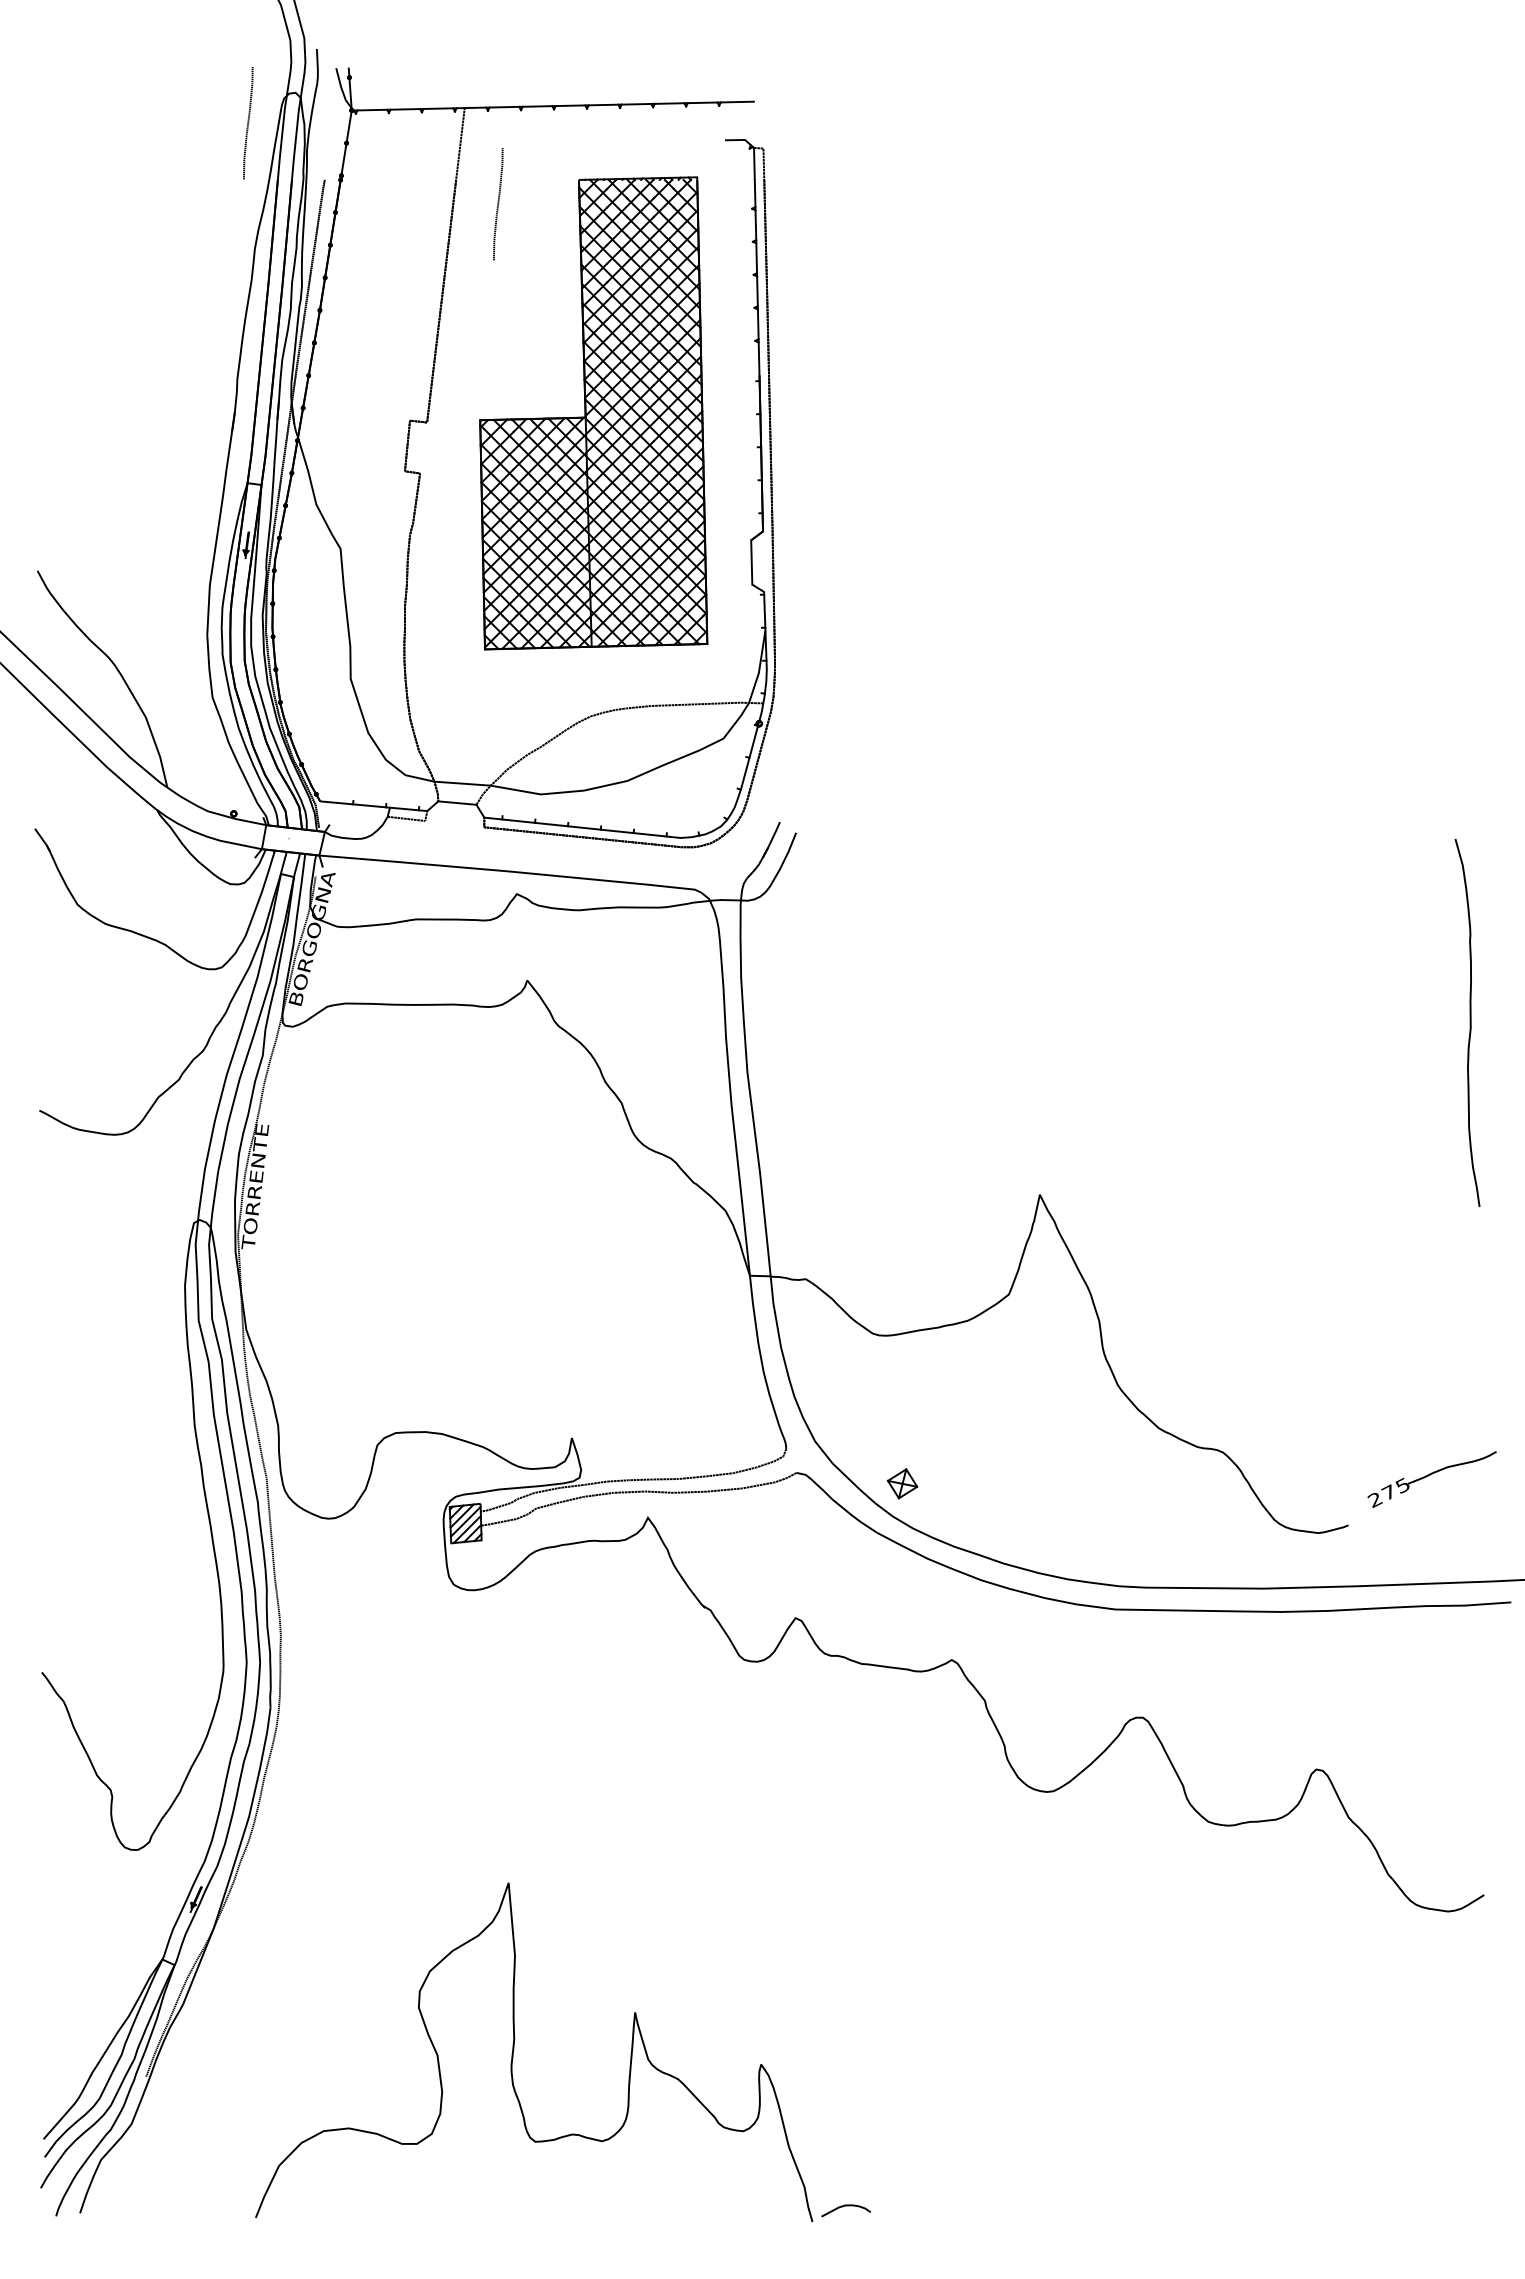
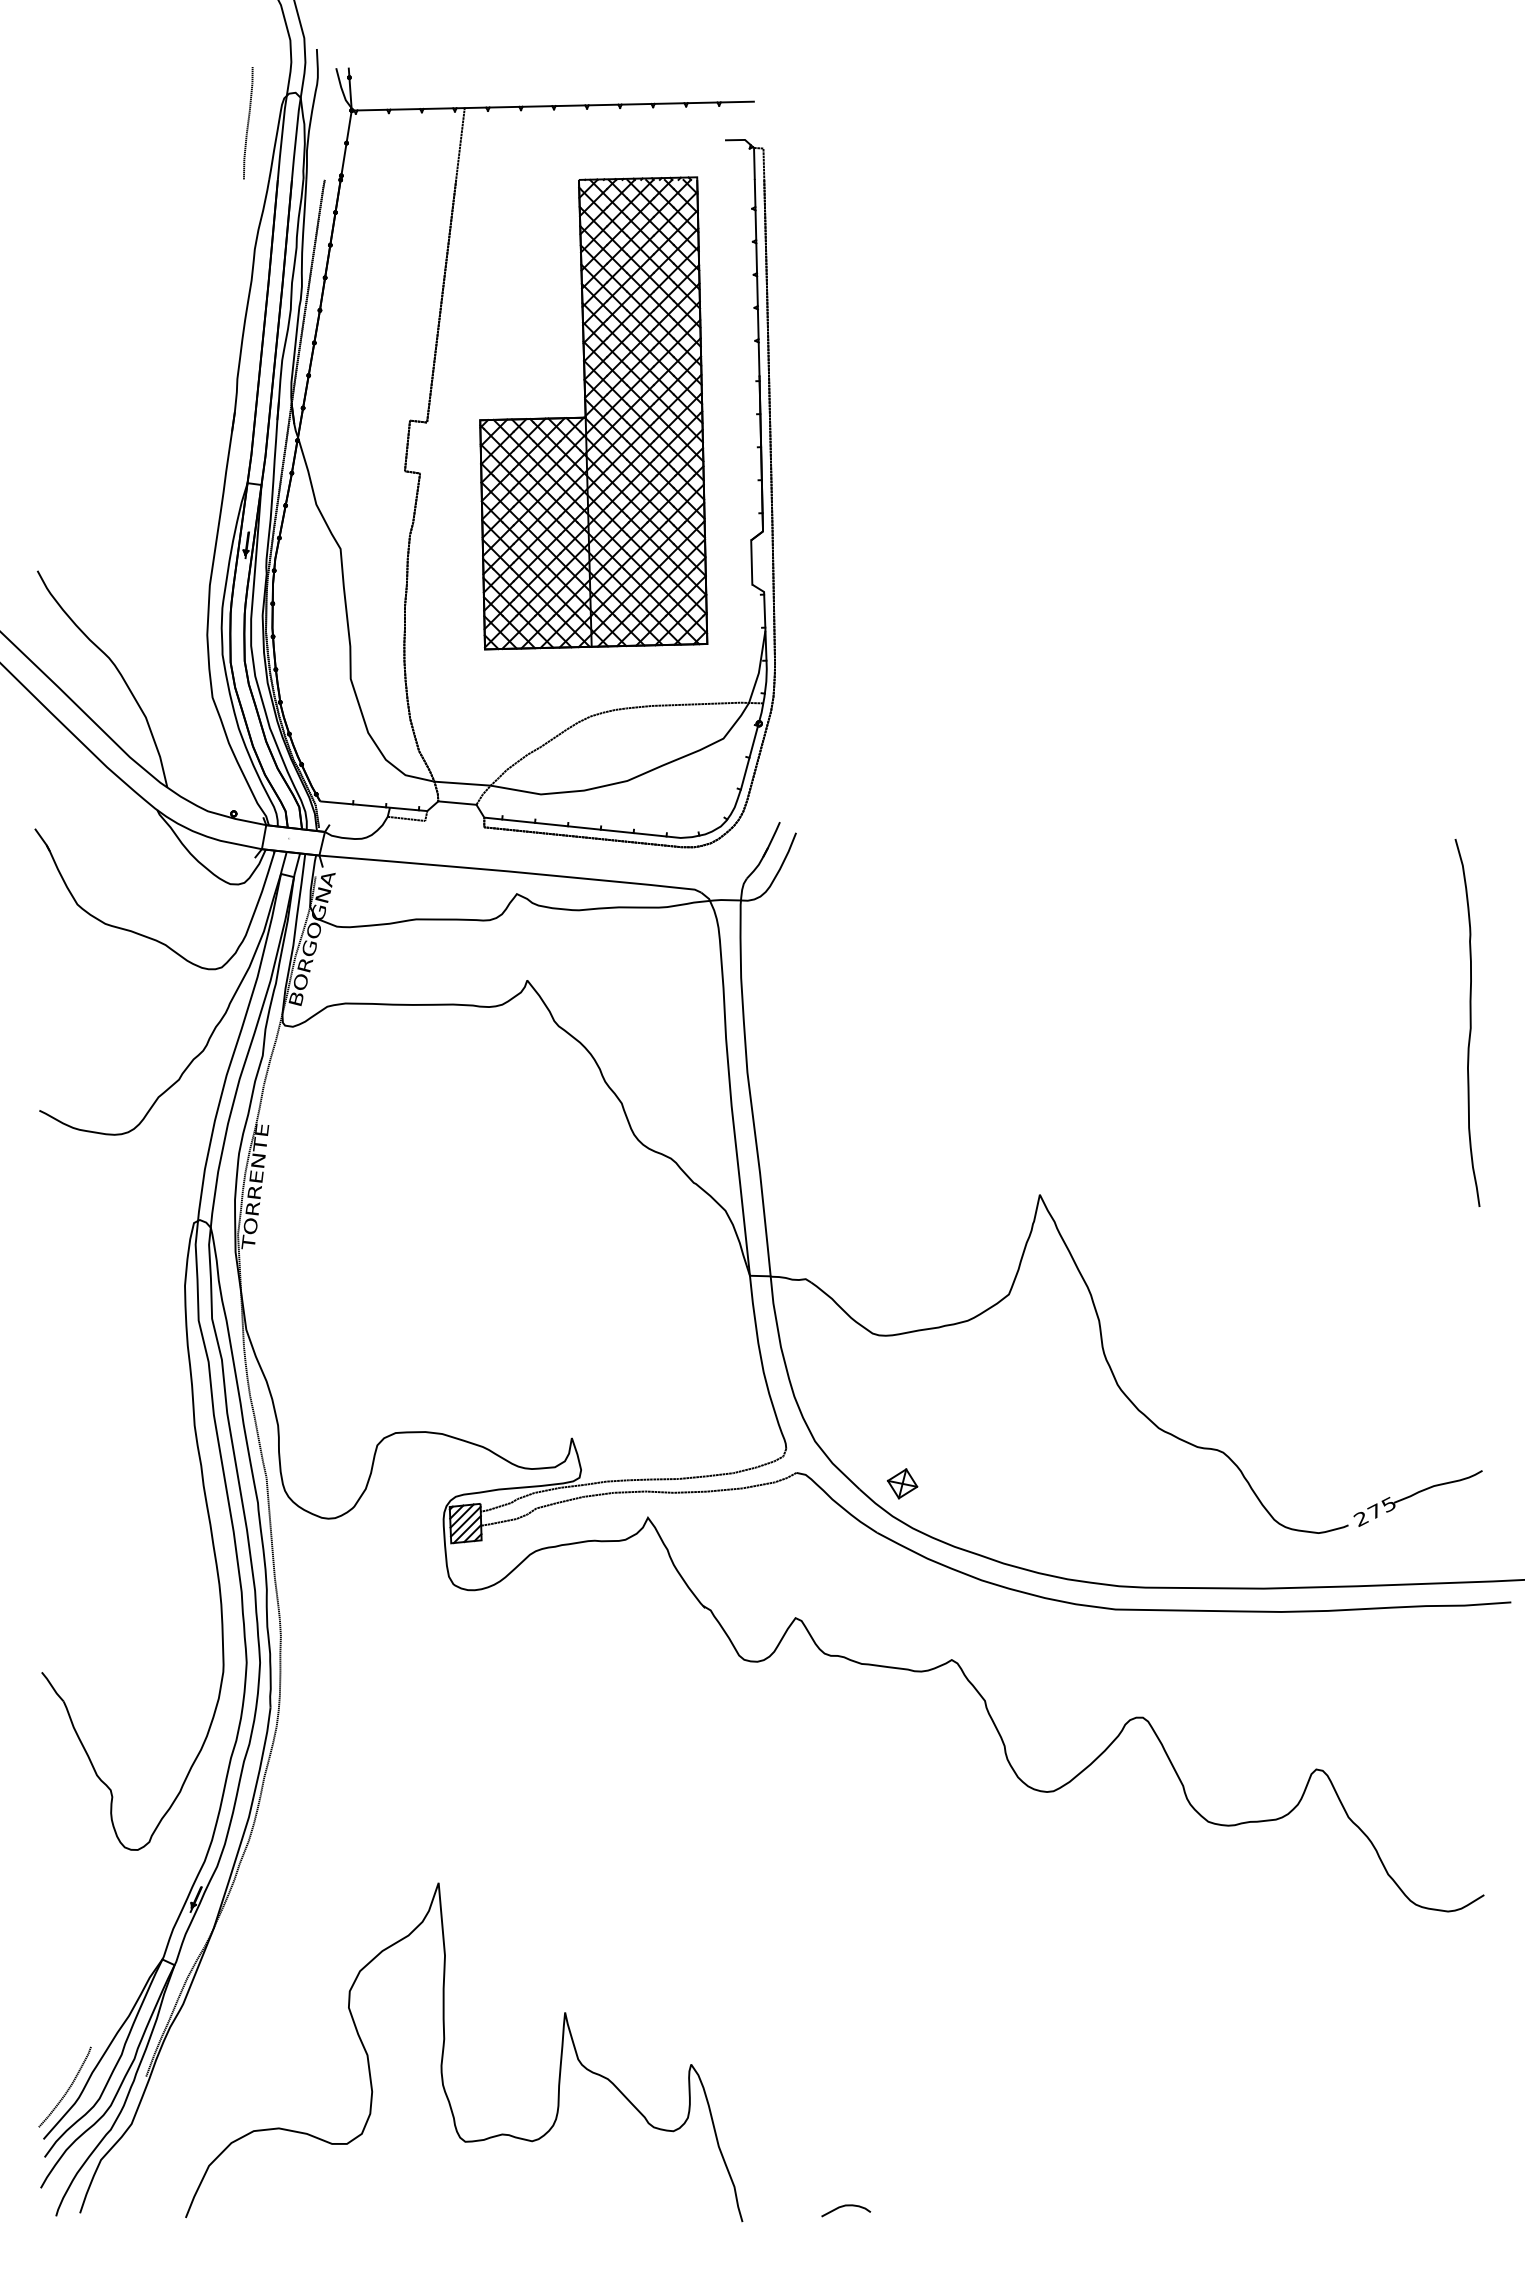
curve at (498, 204): present -> none
part at (1431, 1479) position: (1431, 1479) -> (1417, 1498)
curve at (514, 2049) position: (514, 2049) -> (444, 2049)
curve at (68, 2087): none -> present
